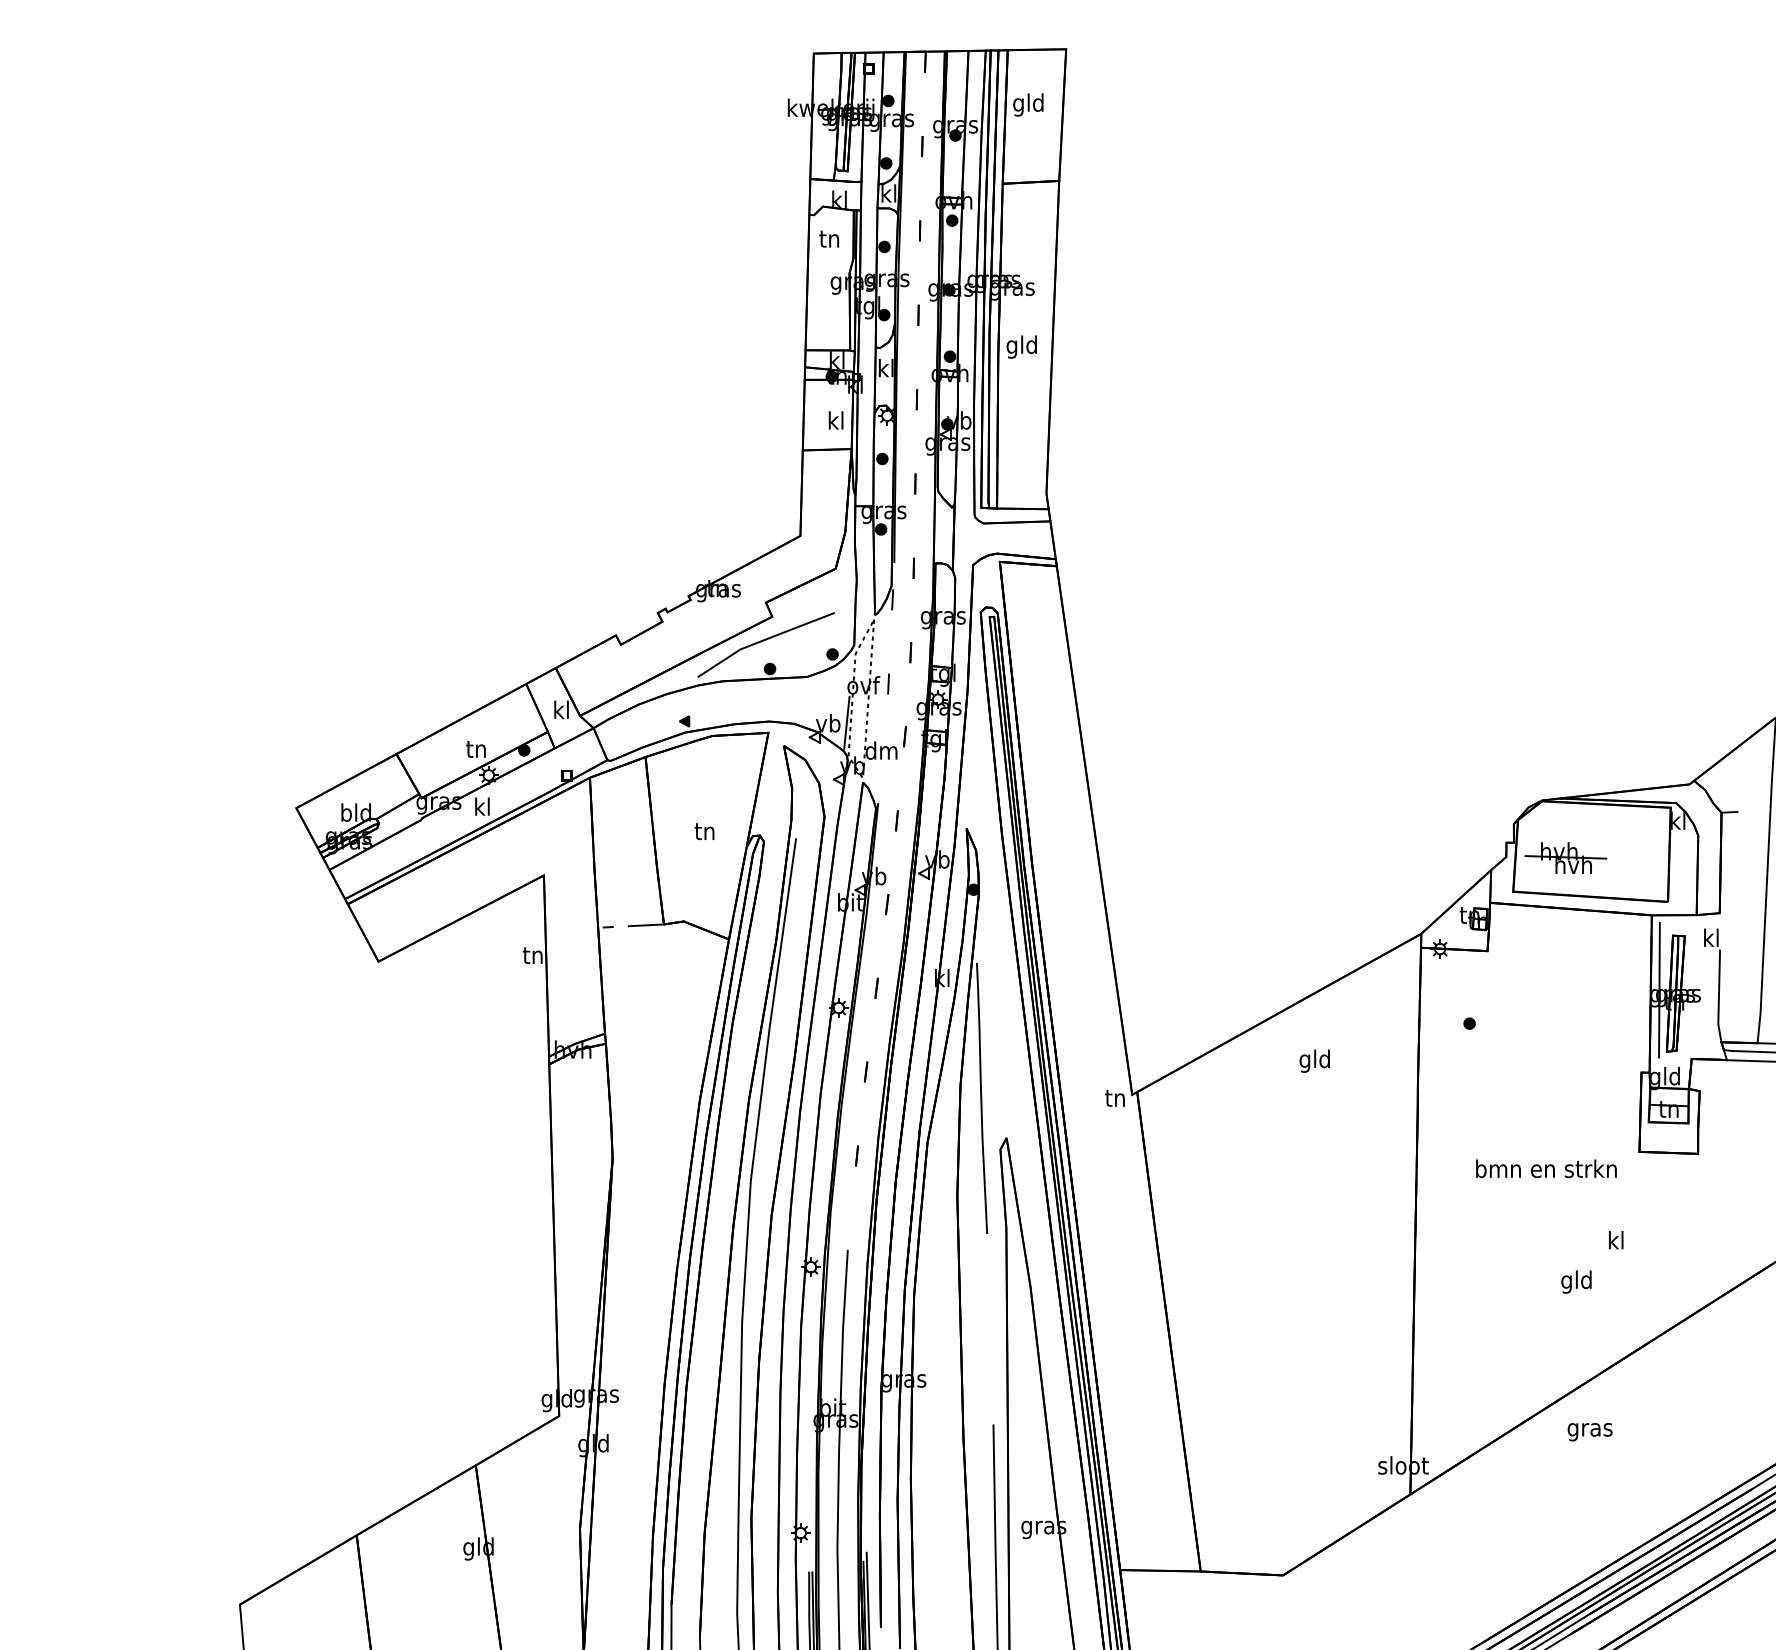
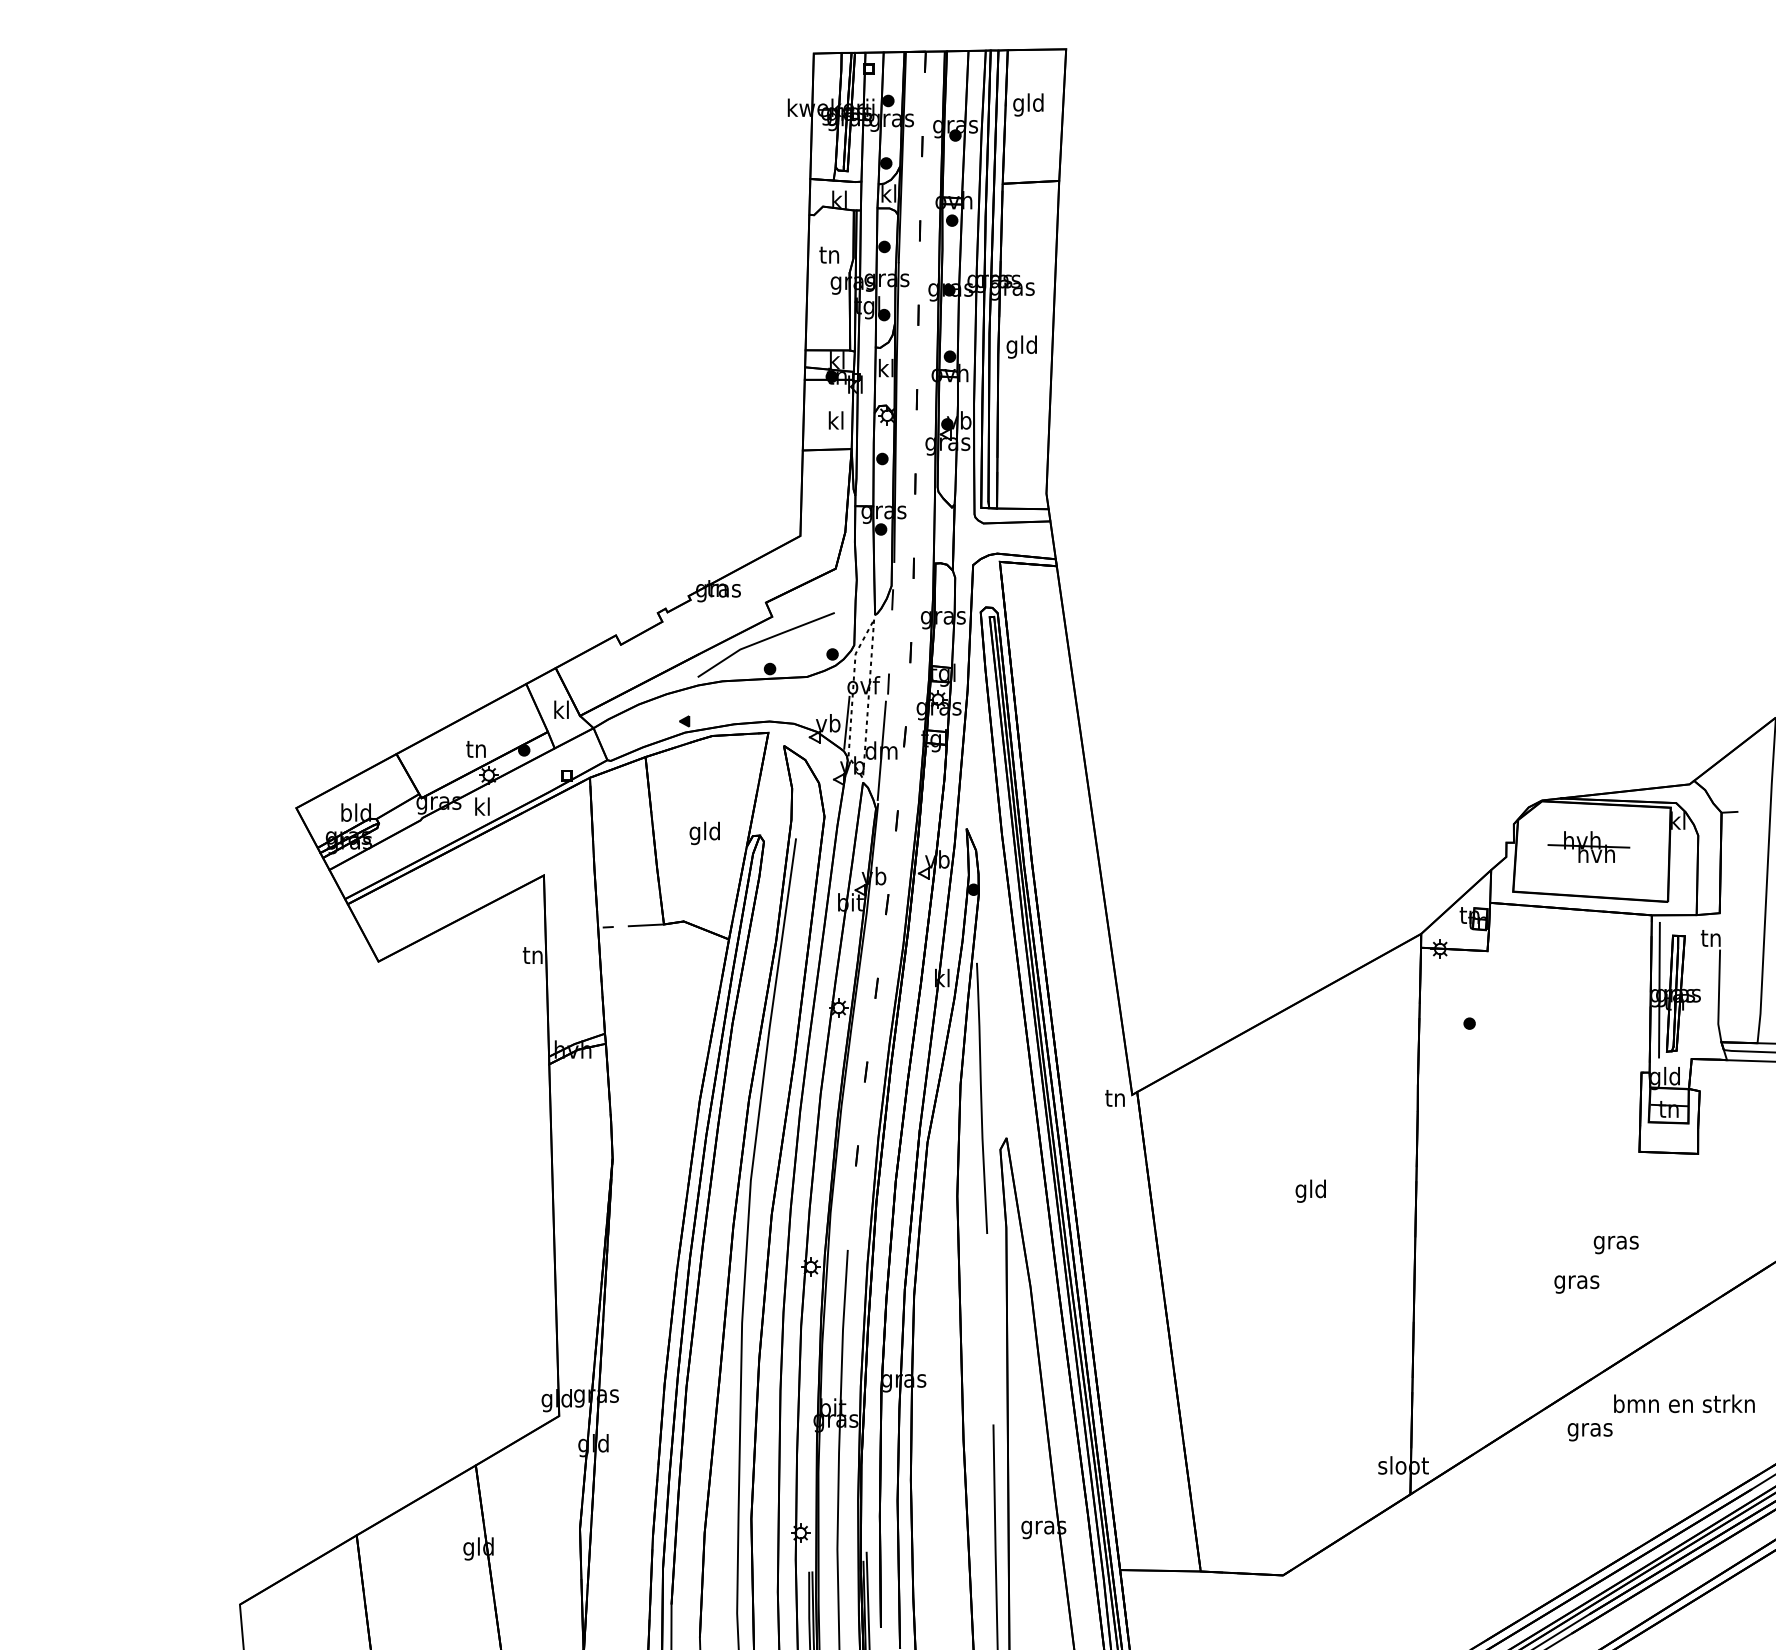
text at (829, 238) position: (829, 238) -> (829, 254)
line at (881, 750): none -> present
text at (704, 833): tn -> gld
part at (1565, 857) position: (1565, 857) -> (1588, 846)
text at (1710, 937): kl -> tn
text at (1314, 1060) position: (1314, 1060) -> (1310, 1190)
text at (1546, 1168) position: (1546, 1168) -> (1684, 1403)
text at (1615, 1242): kl -> gras
text at (1576, 1281): gld -> gras
